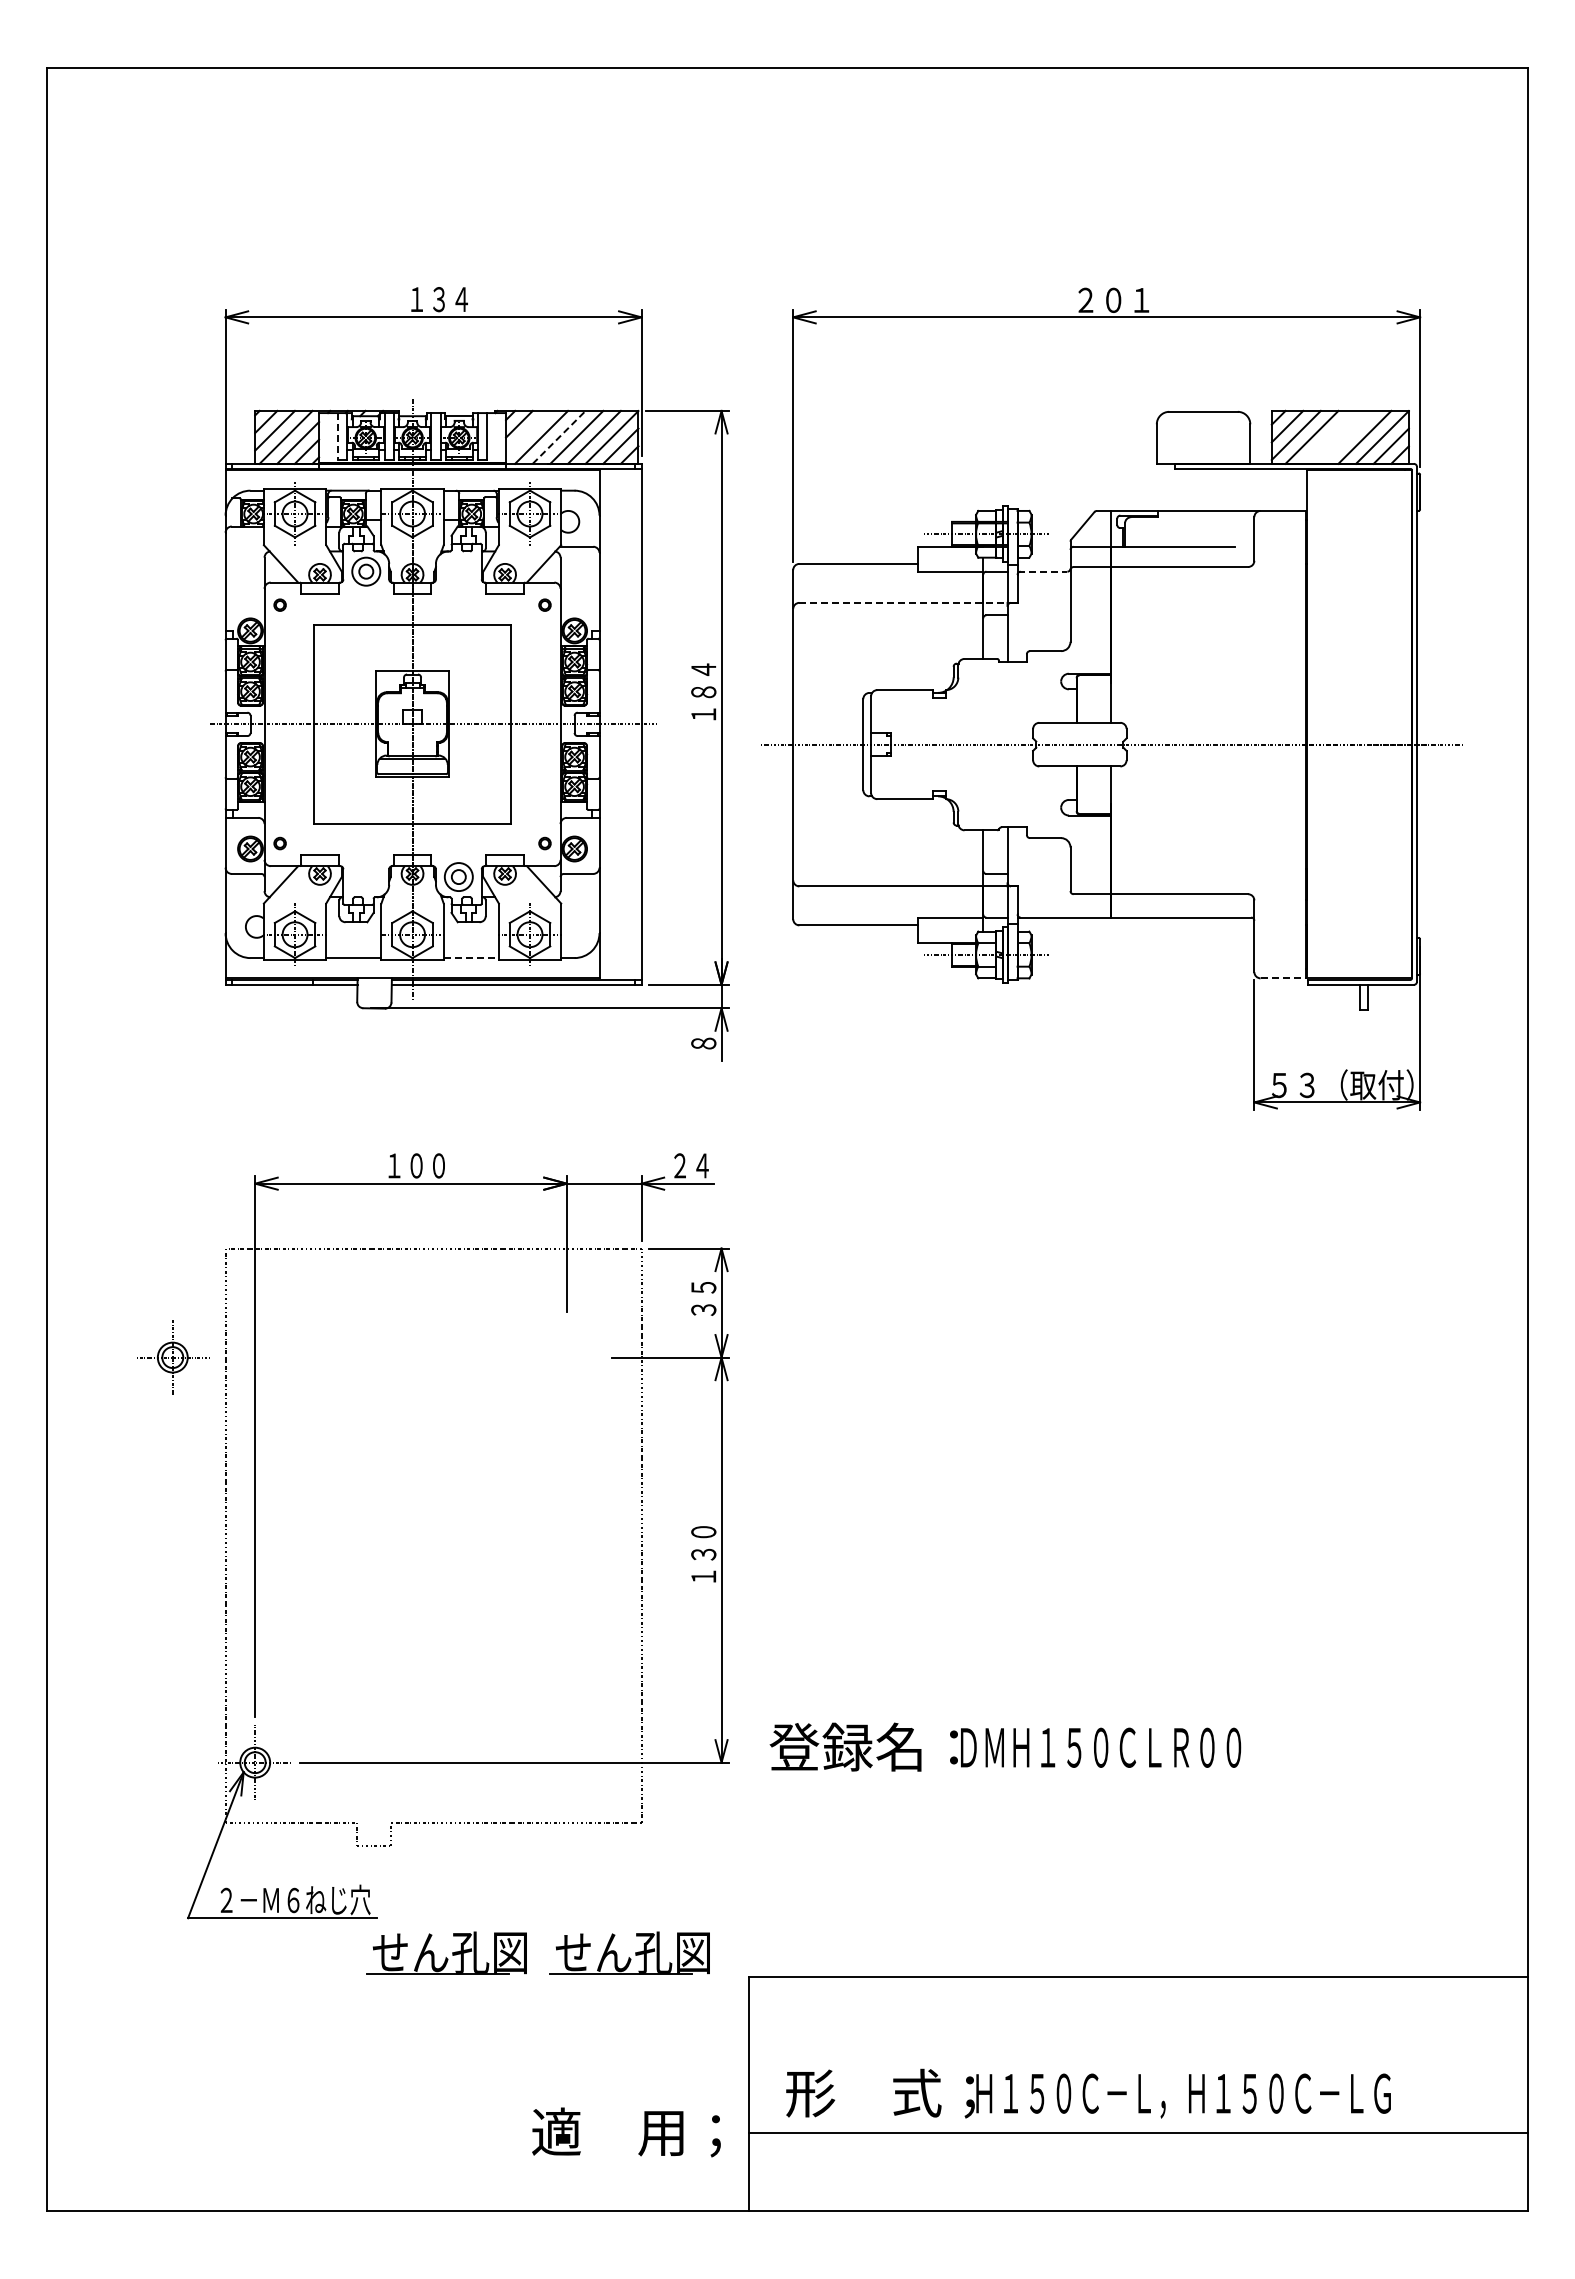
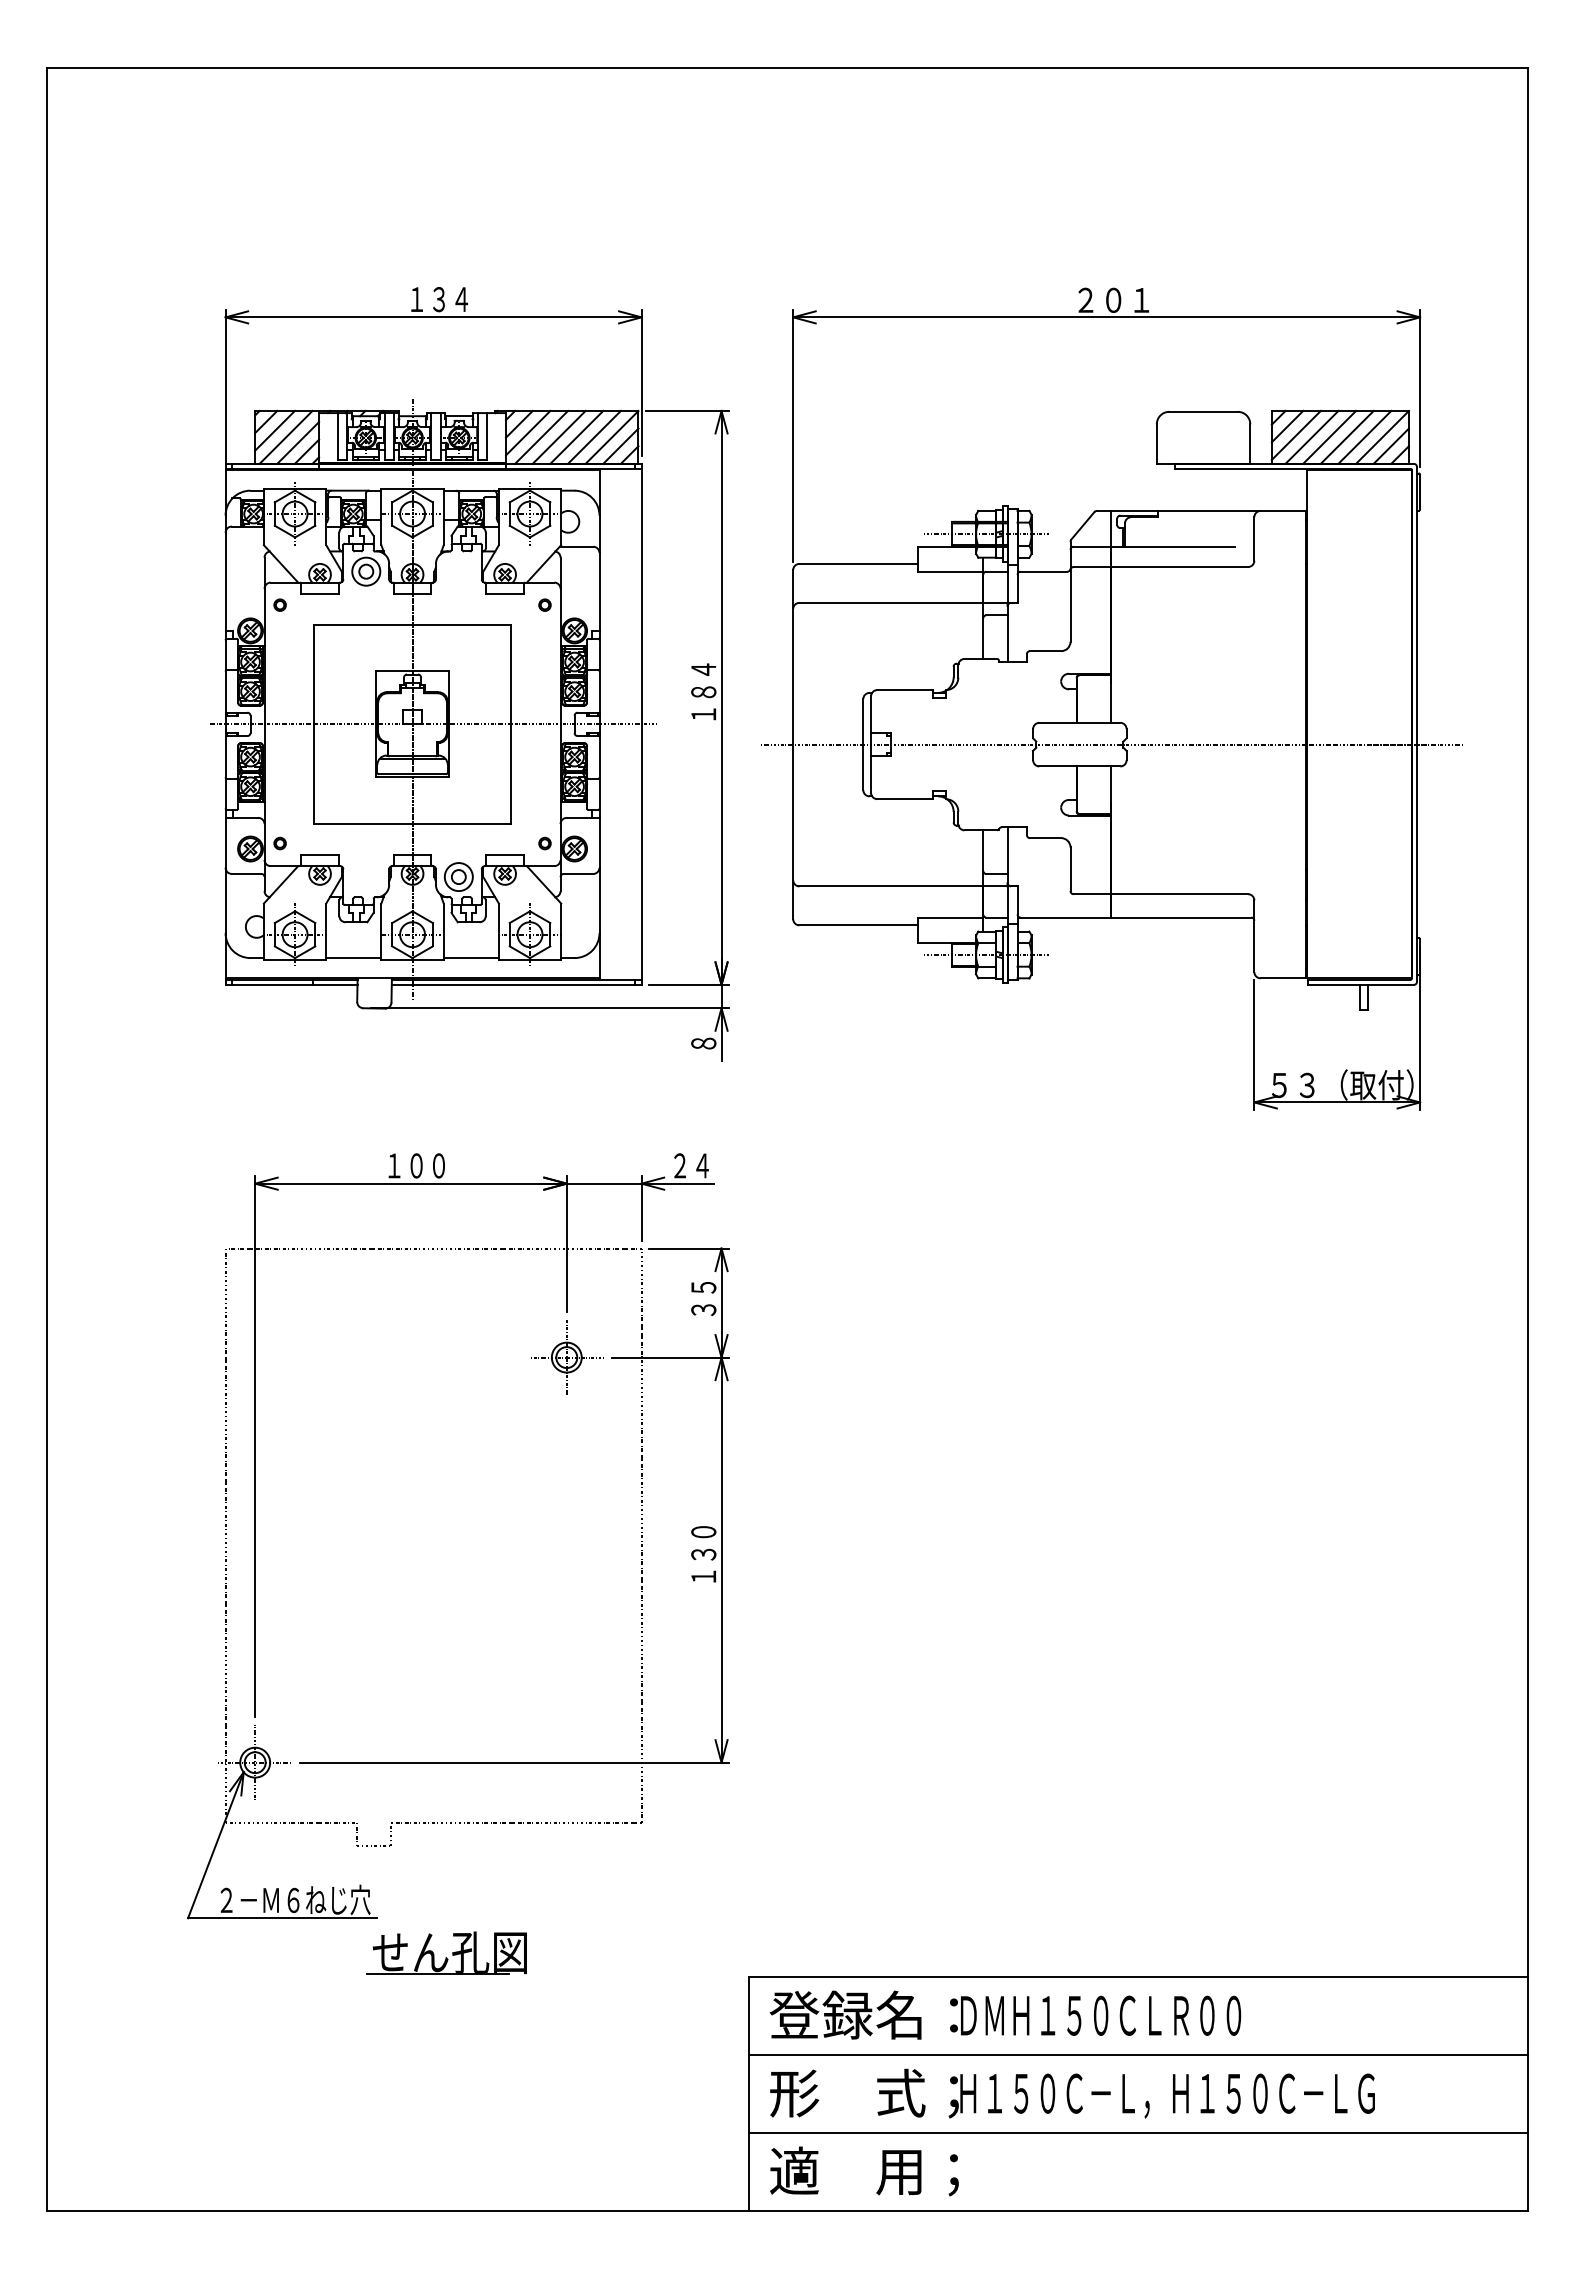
line at (528, 432): none -> present
line at (337, 436): dashed -> solid
line at (1329, 436): none -> present
line at (1346, 436): none -> present
line at (559, 437): dashed -> solid
line at (1042, 571): dashed -> solid
line at (903, 602): dashed -> solid
line at (471, 958): dashed -> solid
line at (1283, 978): dashed -> solid
part at (173, 1357) position: (173, 1357) -> (567, 1357)
text at (1005, 1746) position: (1005, 1746) -> (1005, 2014)
part at (629, 1952): present -> none
line at (1137, 2054): none -> present
text at (1088, 2093) position: (1088, 2093) -> (1072, 2093)
text at (626, 2132) position: (626, 2132) -> (864, 2171)
